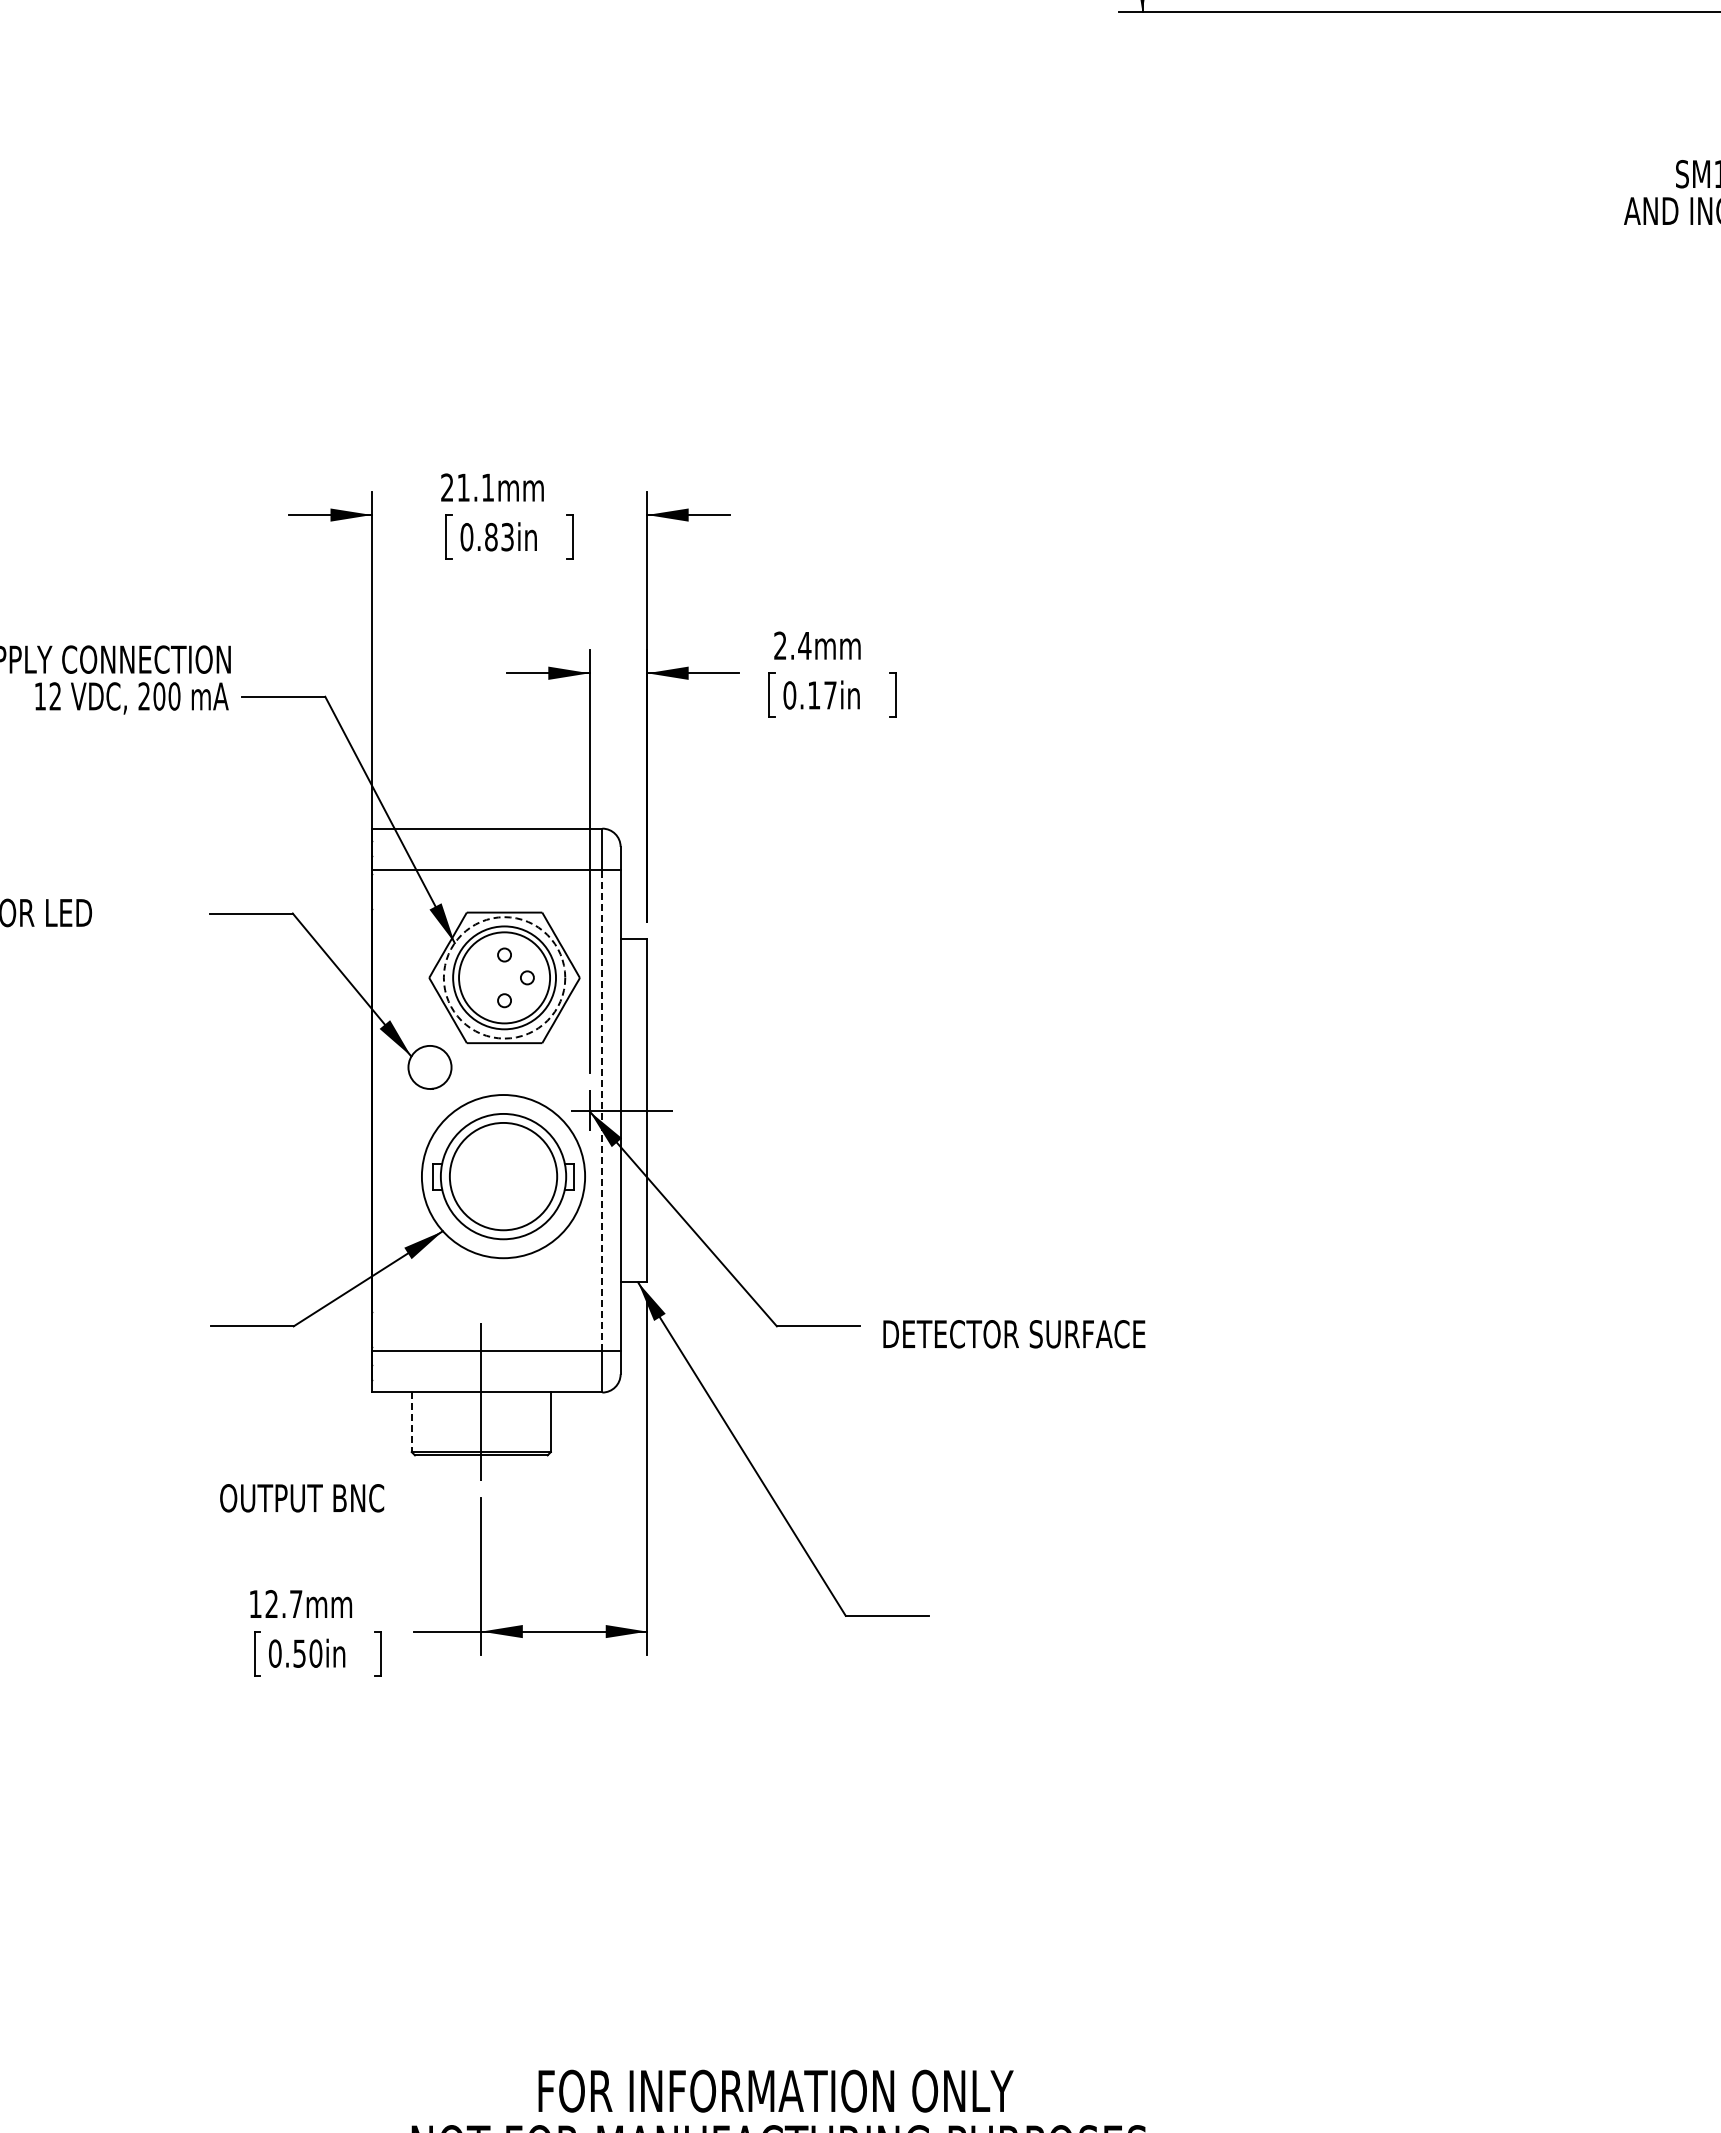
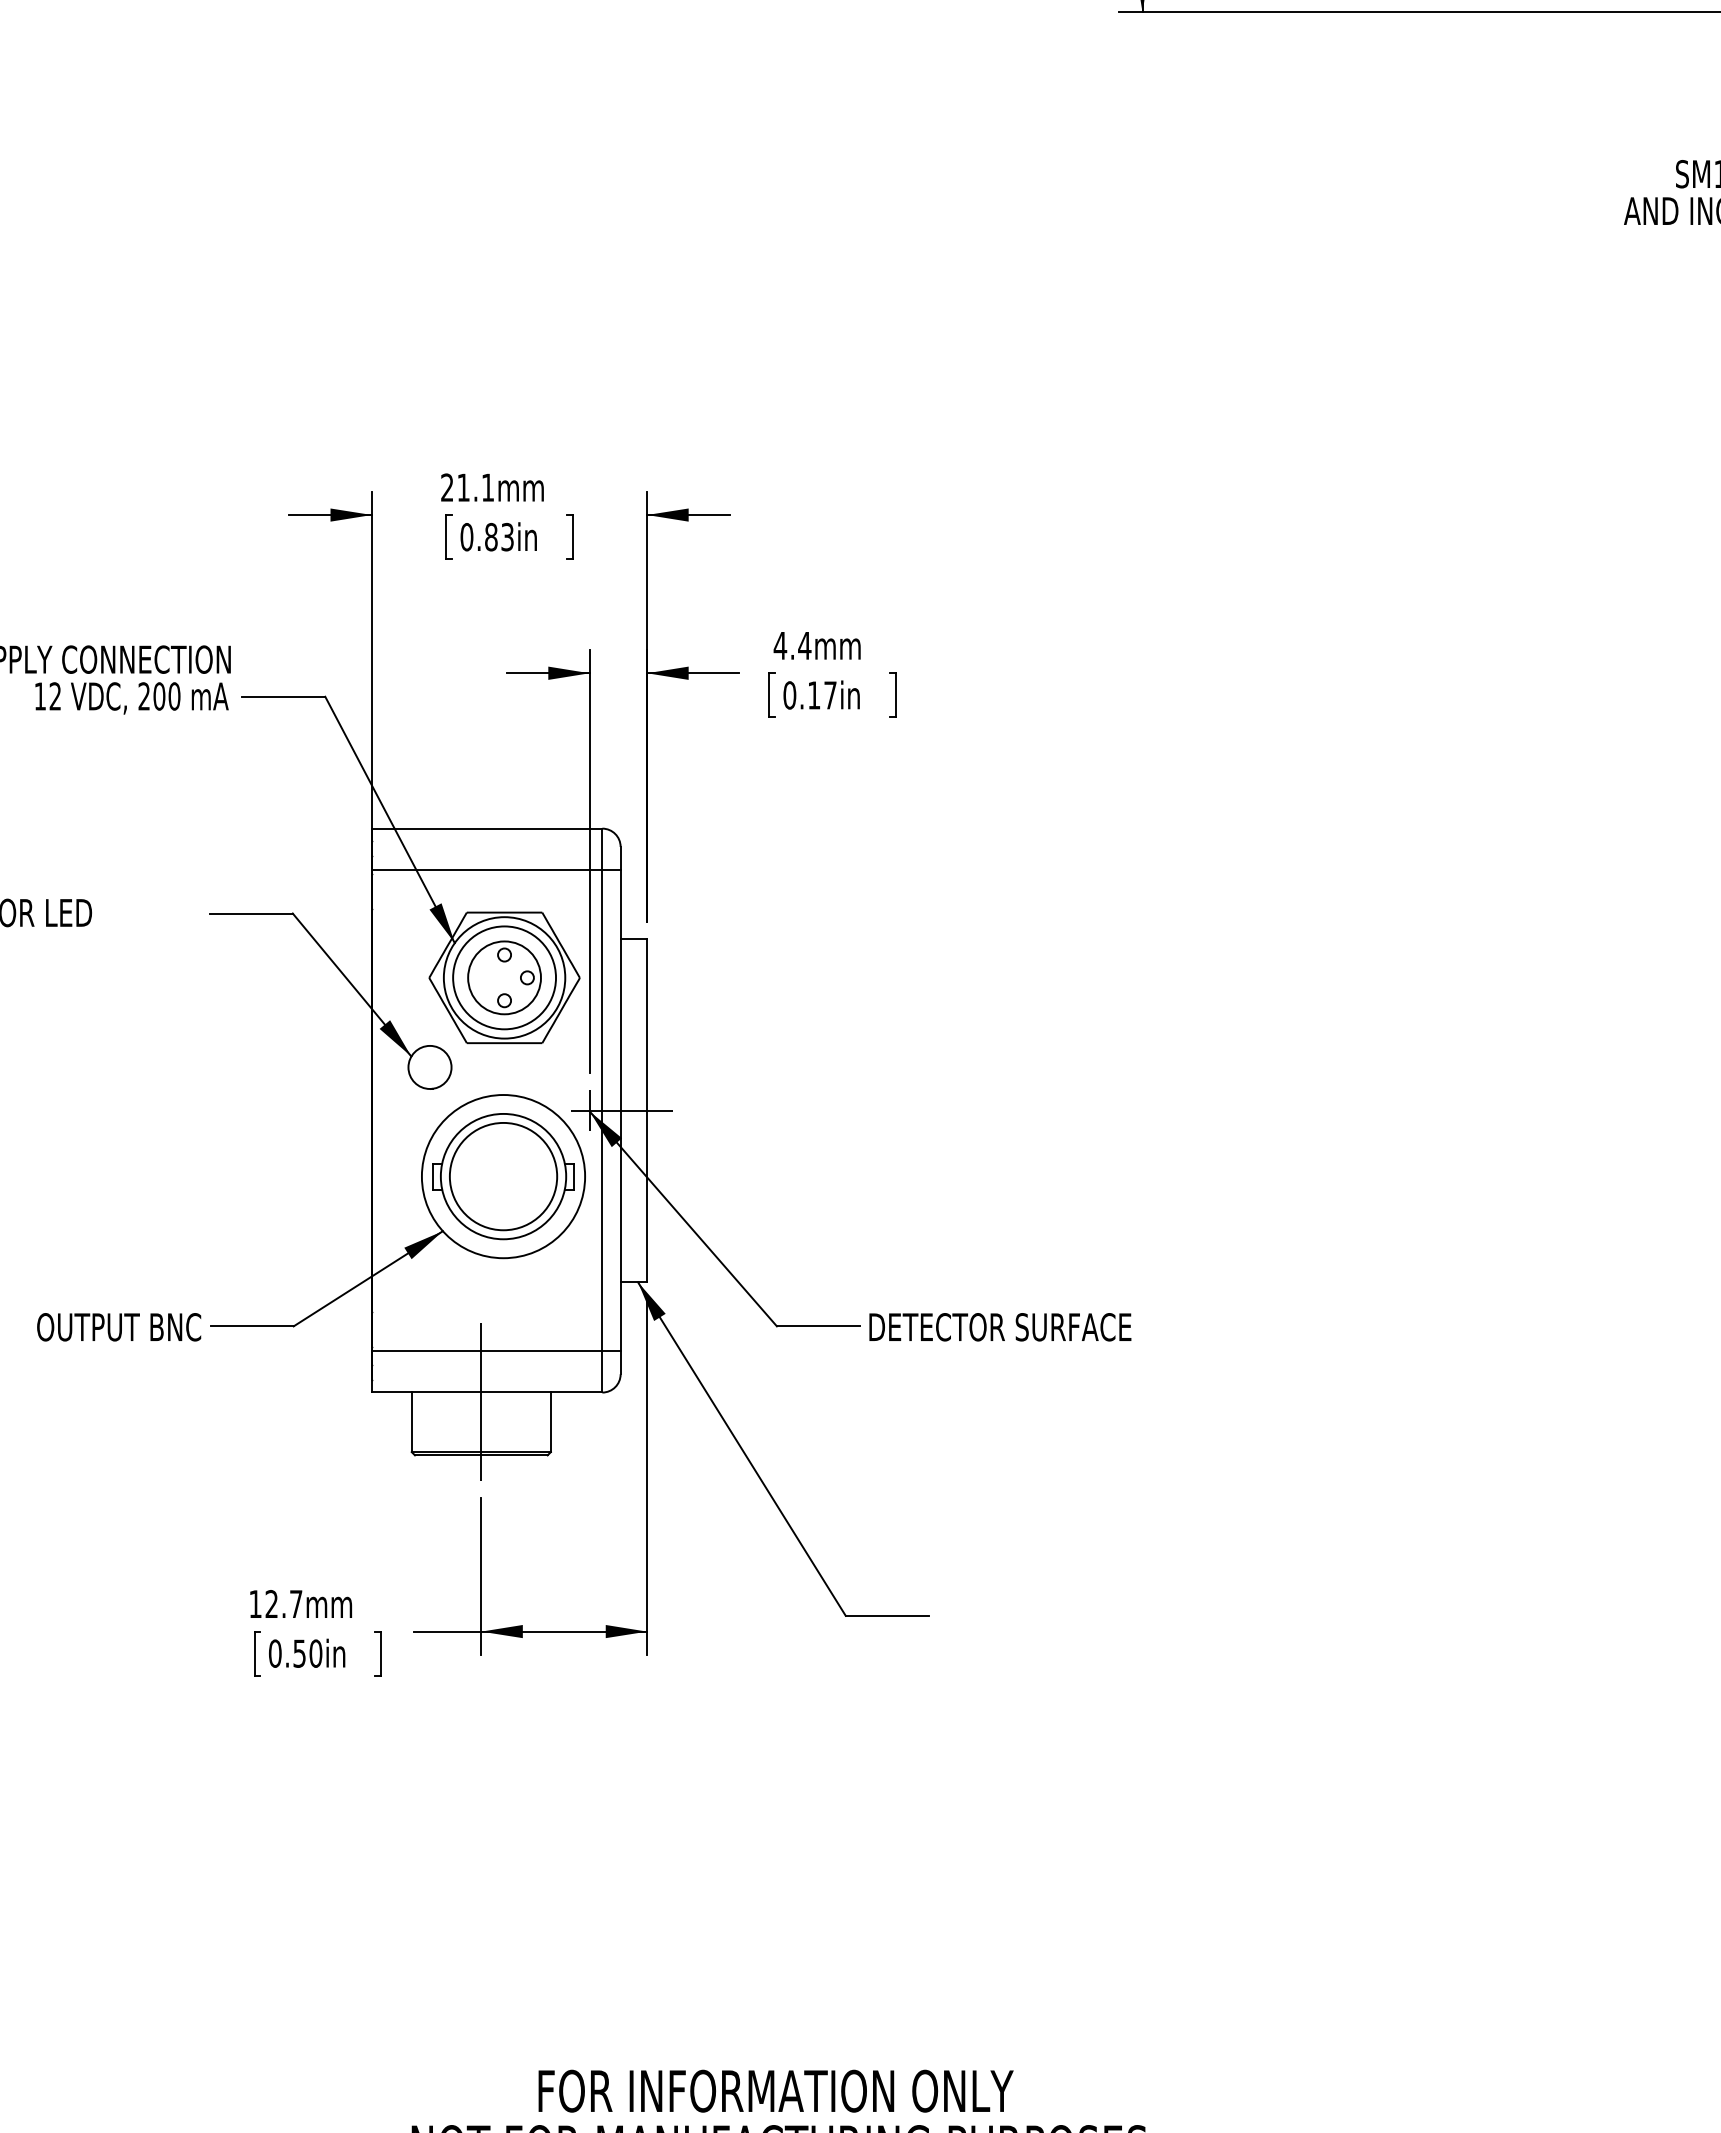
text at (780, 645): 2.4mm -> 4.4mm
circle at (504, 977) diameter: 91 px -> 73 px
circle at (504, 977): dashed -> solid
line at (602, 1110): dashed -> solid
text at (1014, 1334) position: (1014, 1334) -> (1000, 1327)
line at (411, 1422): dashed -> solid
text at (302, 1498) position: (302, 1498) -> (119, 1327)
